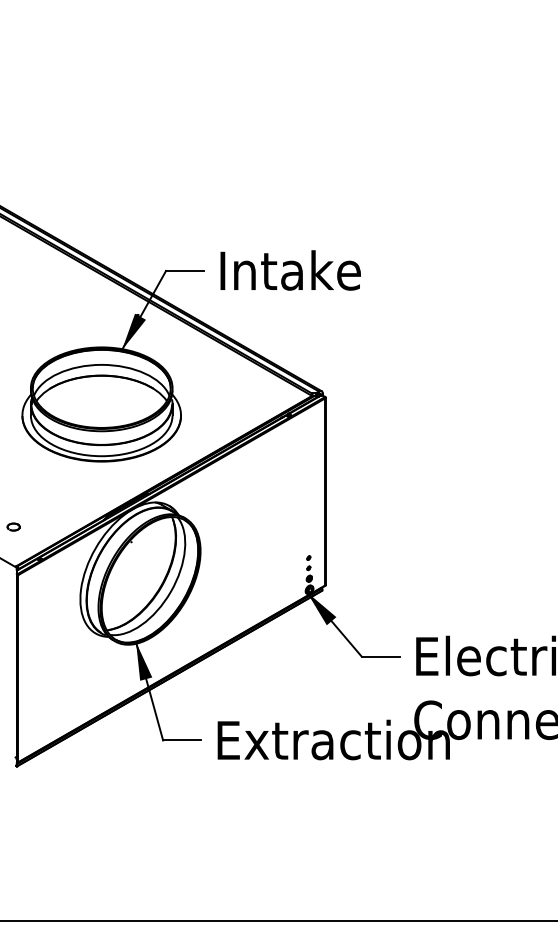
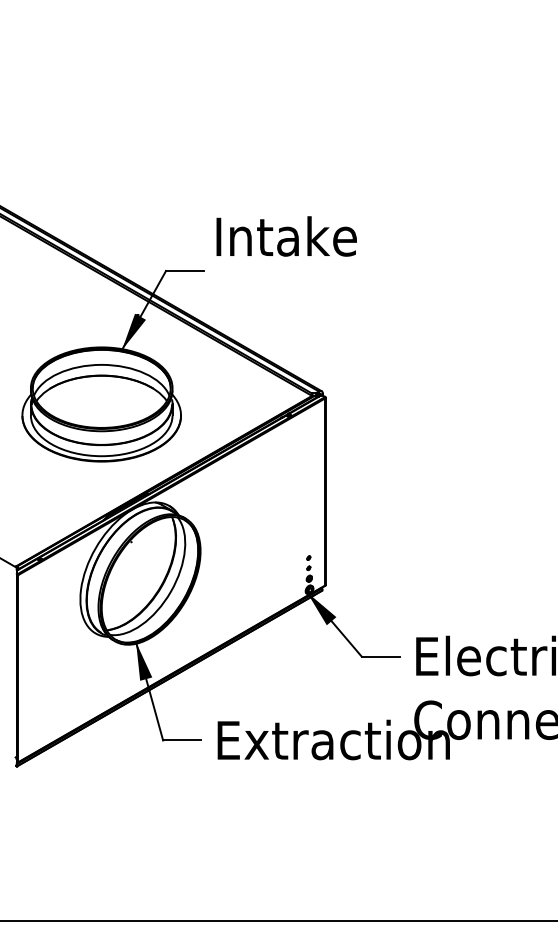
text at (290, 270) position: (290, 270) -> (286, 236)
part at (13, 526): present -> none
